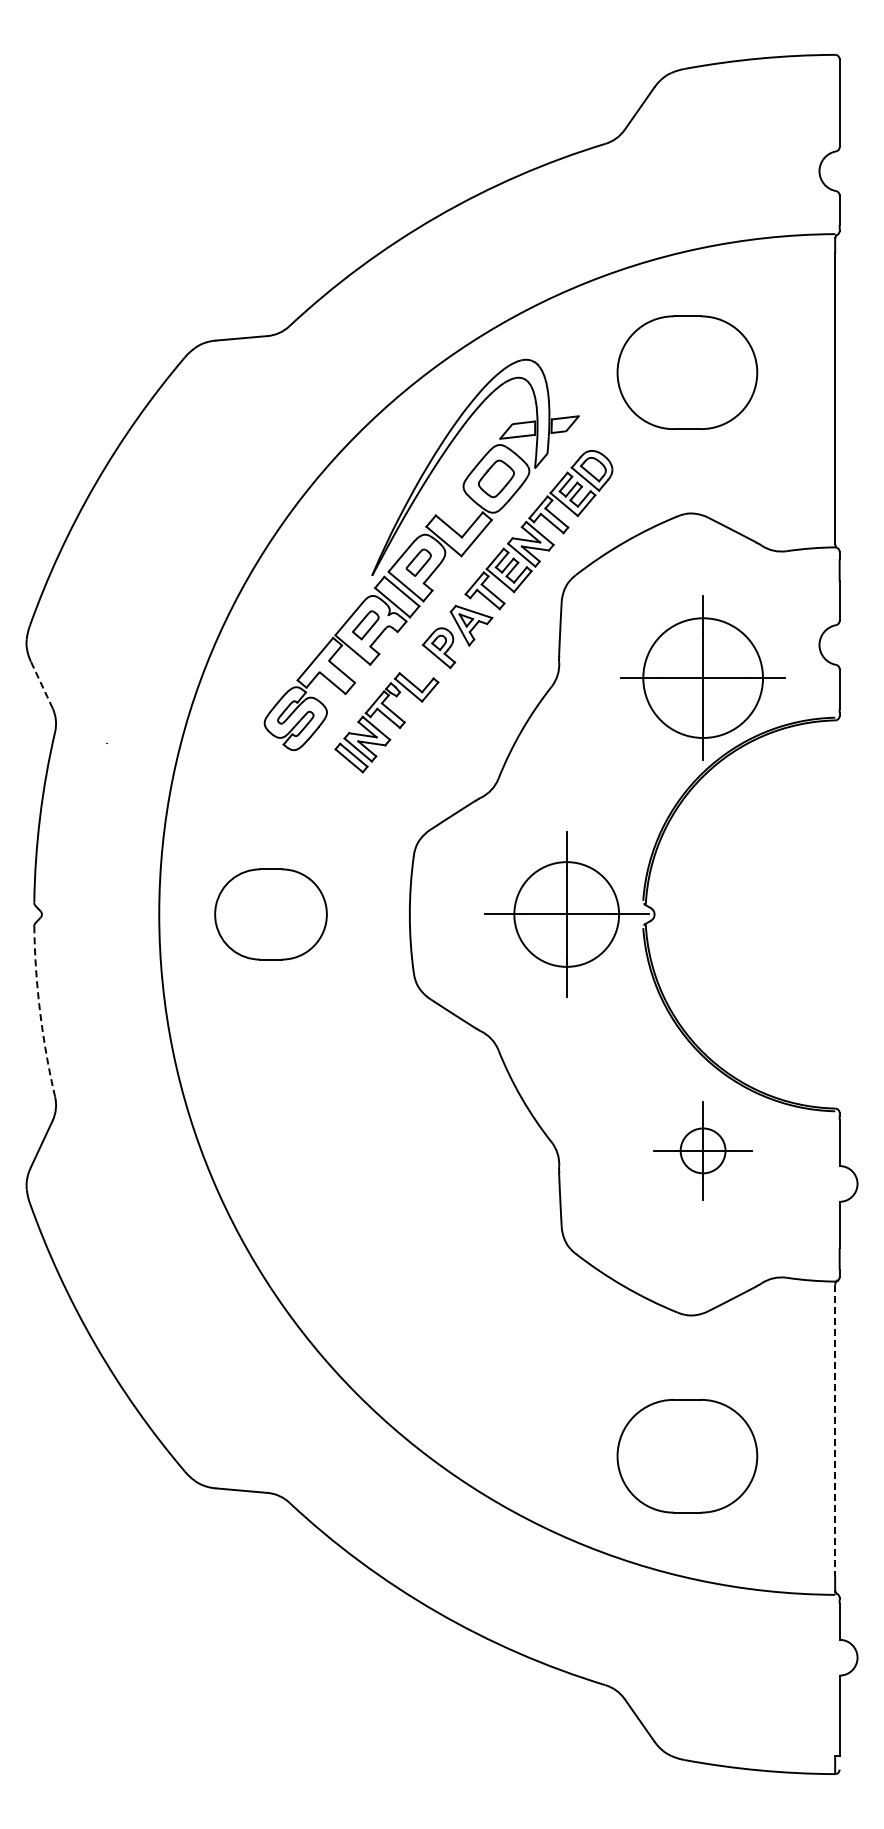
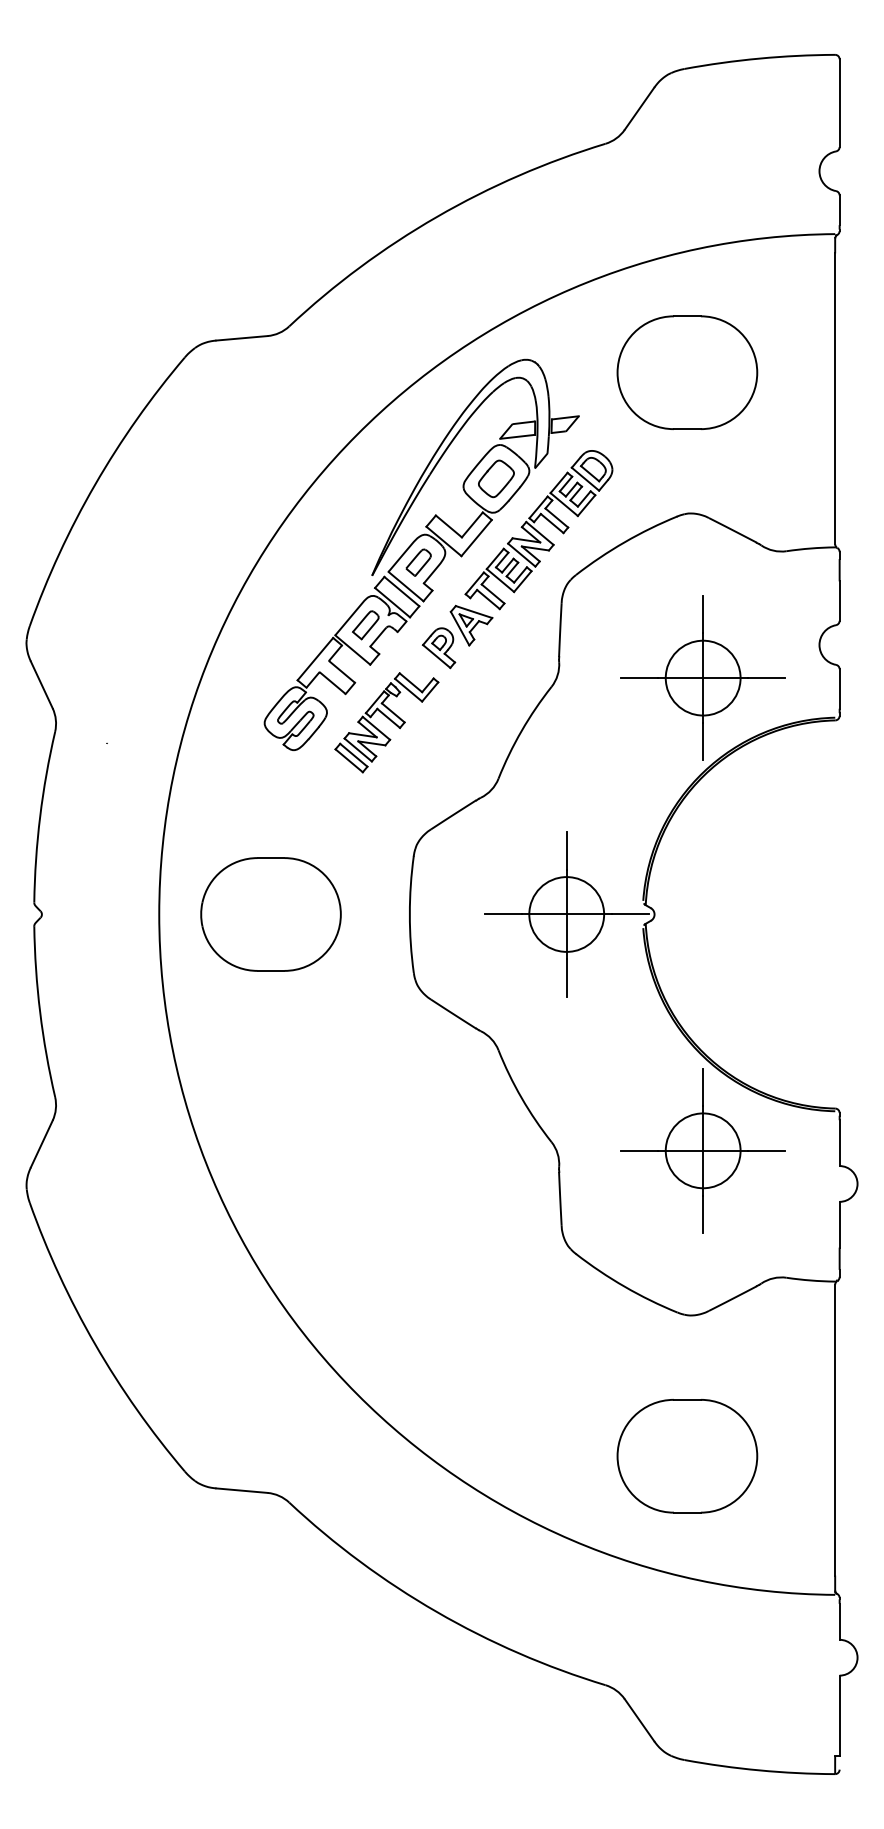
circle at (703, 677) diameter: 120 px -> 75 px
line at (41, 684): dashed -> solid
part at (270, 914) size: 114x93 px -> 142x115 px
circle at (566, 914) diameter: 105 px -> 75 px
arc at (40, 1012): dashed -> solid
part at (702, 1150) size: 100x100 px -> 166x166 px
line at (835, 1430): dashed -> solid
